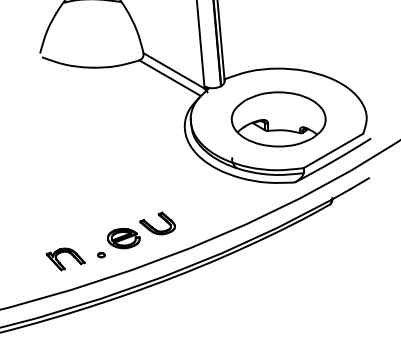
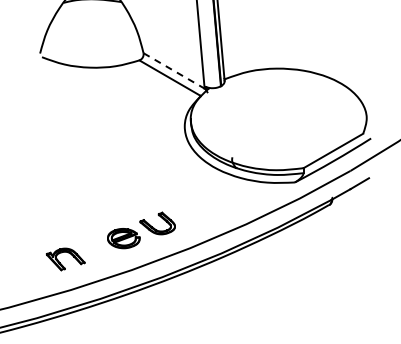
line at (174, 71): solid -> dashed
part at (278, 119): present -> none
part at (101, 255): present -> none
